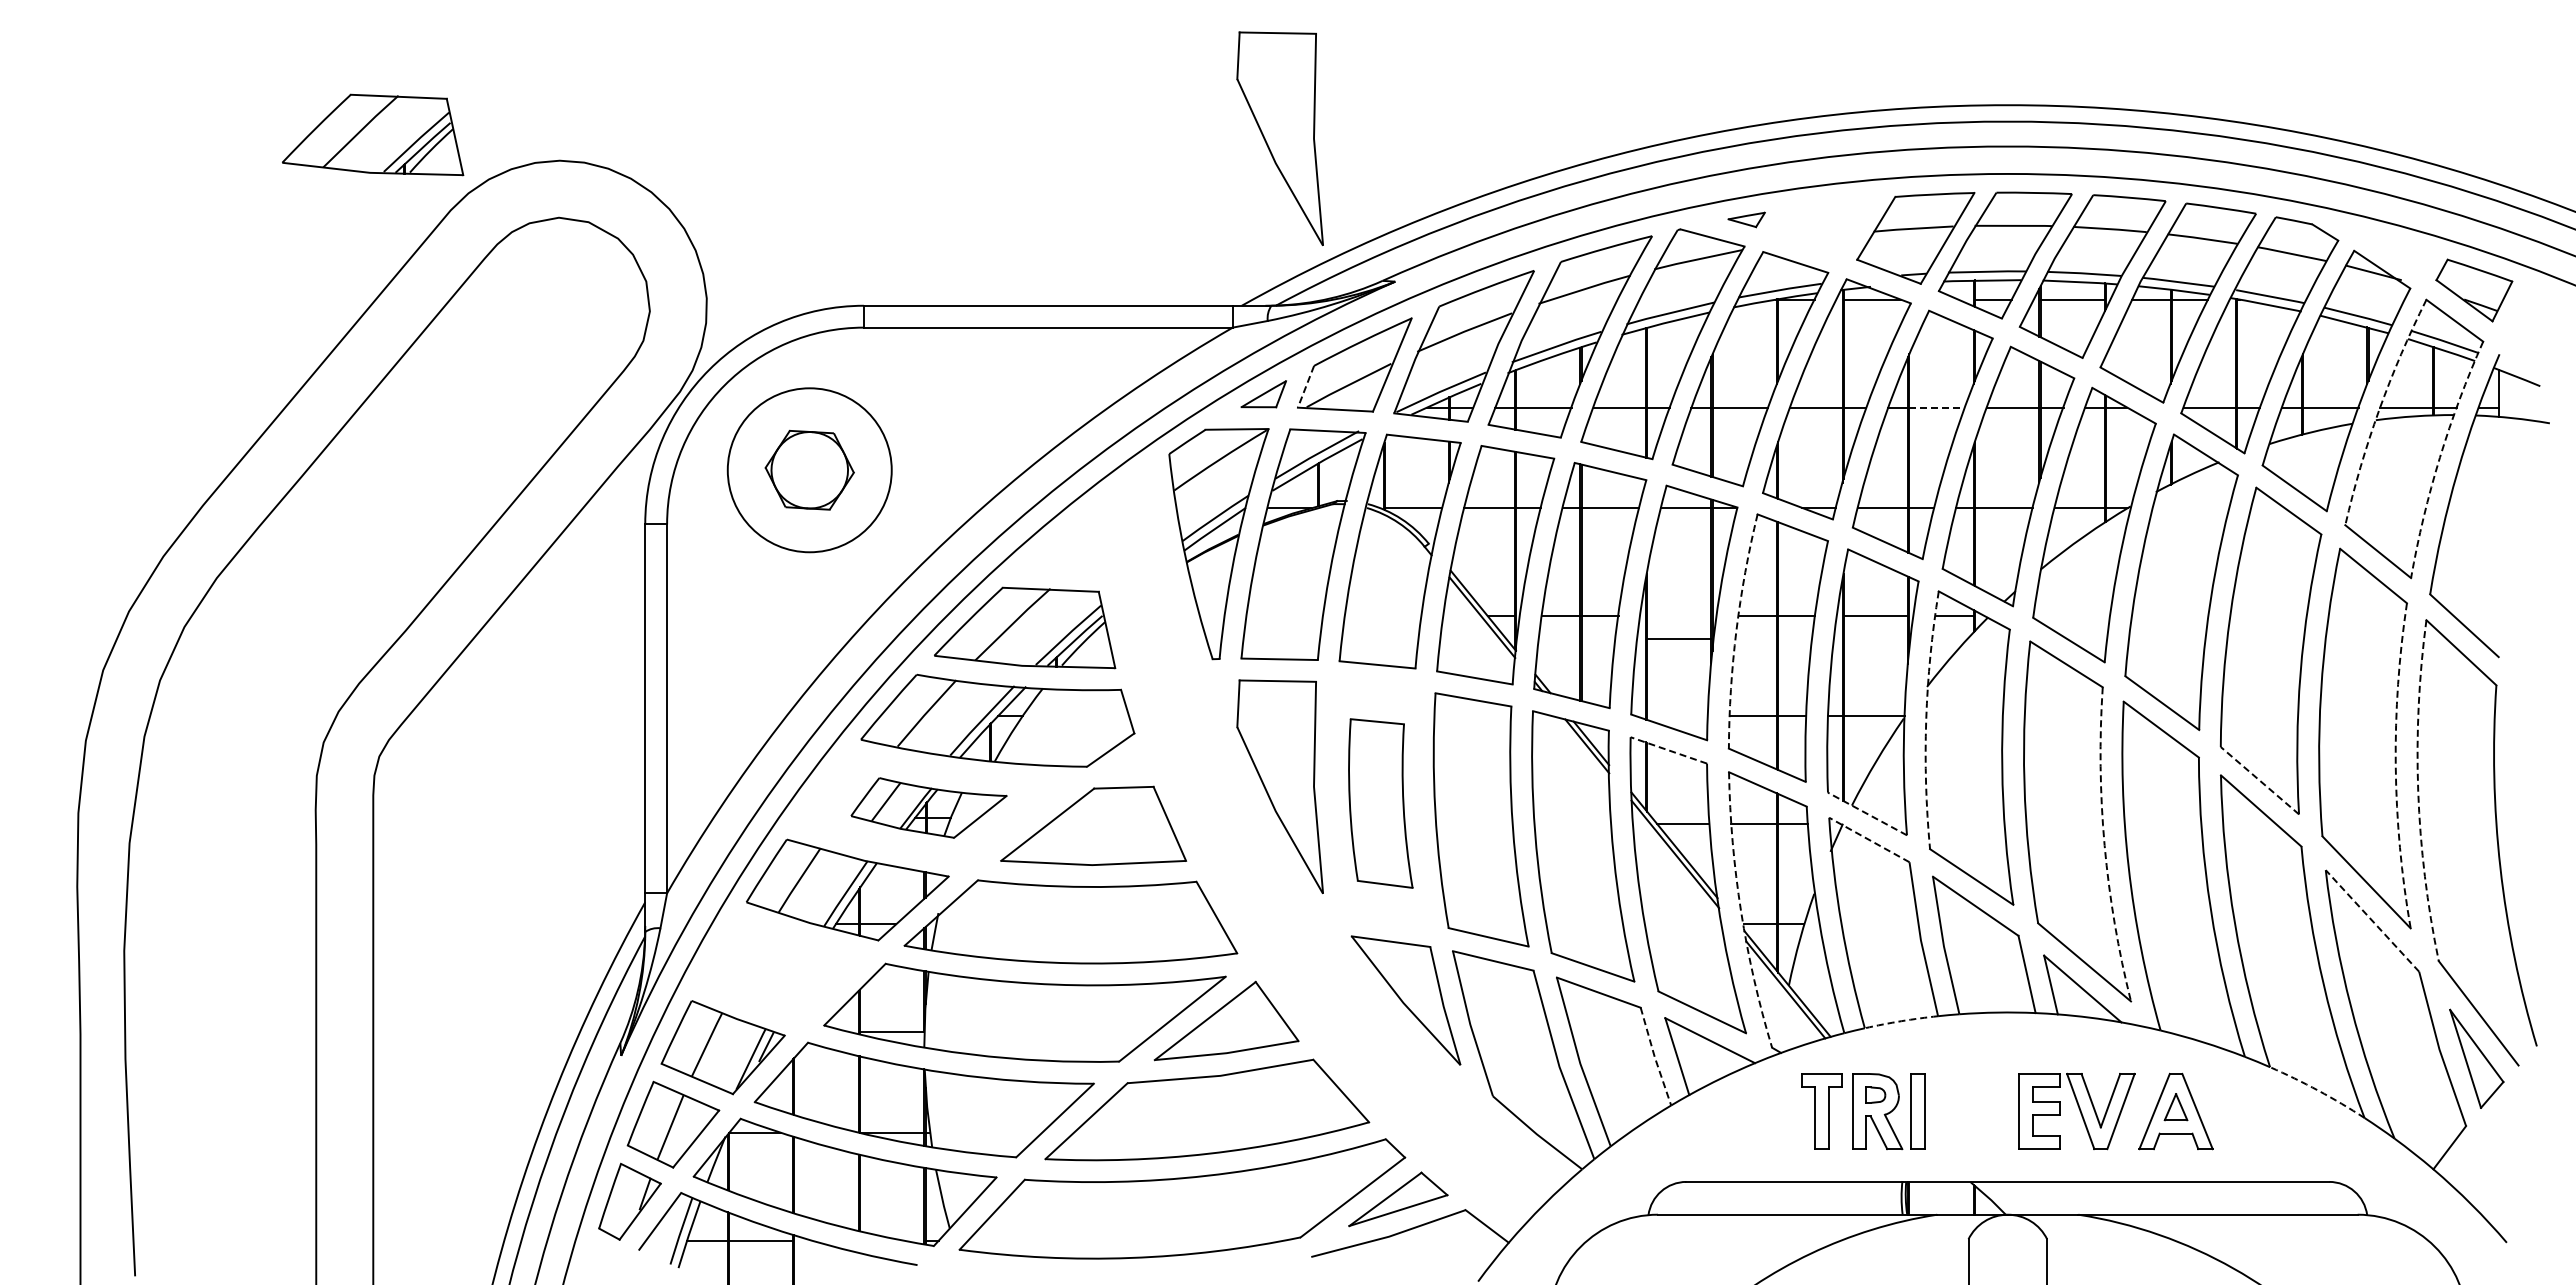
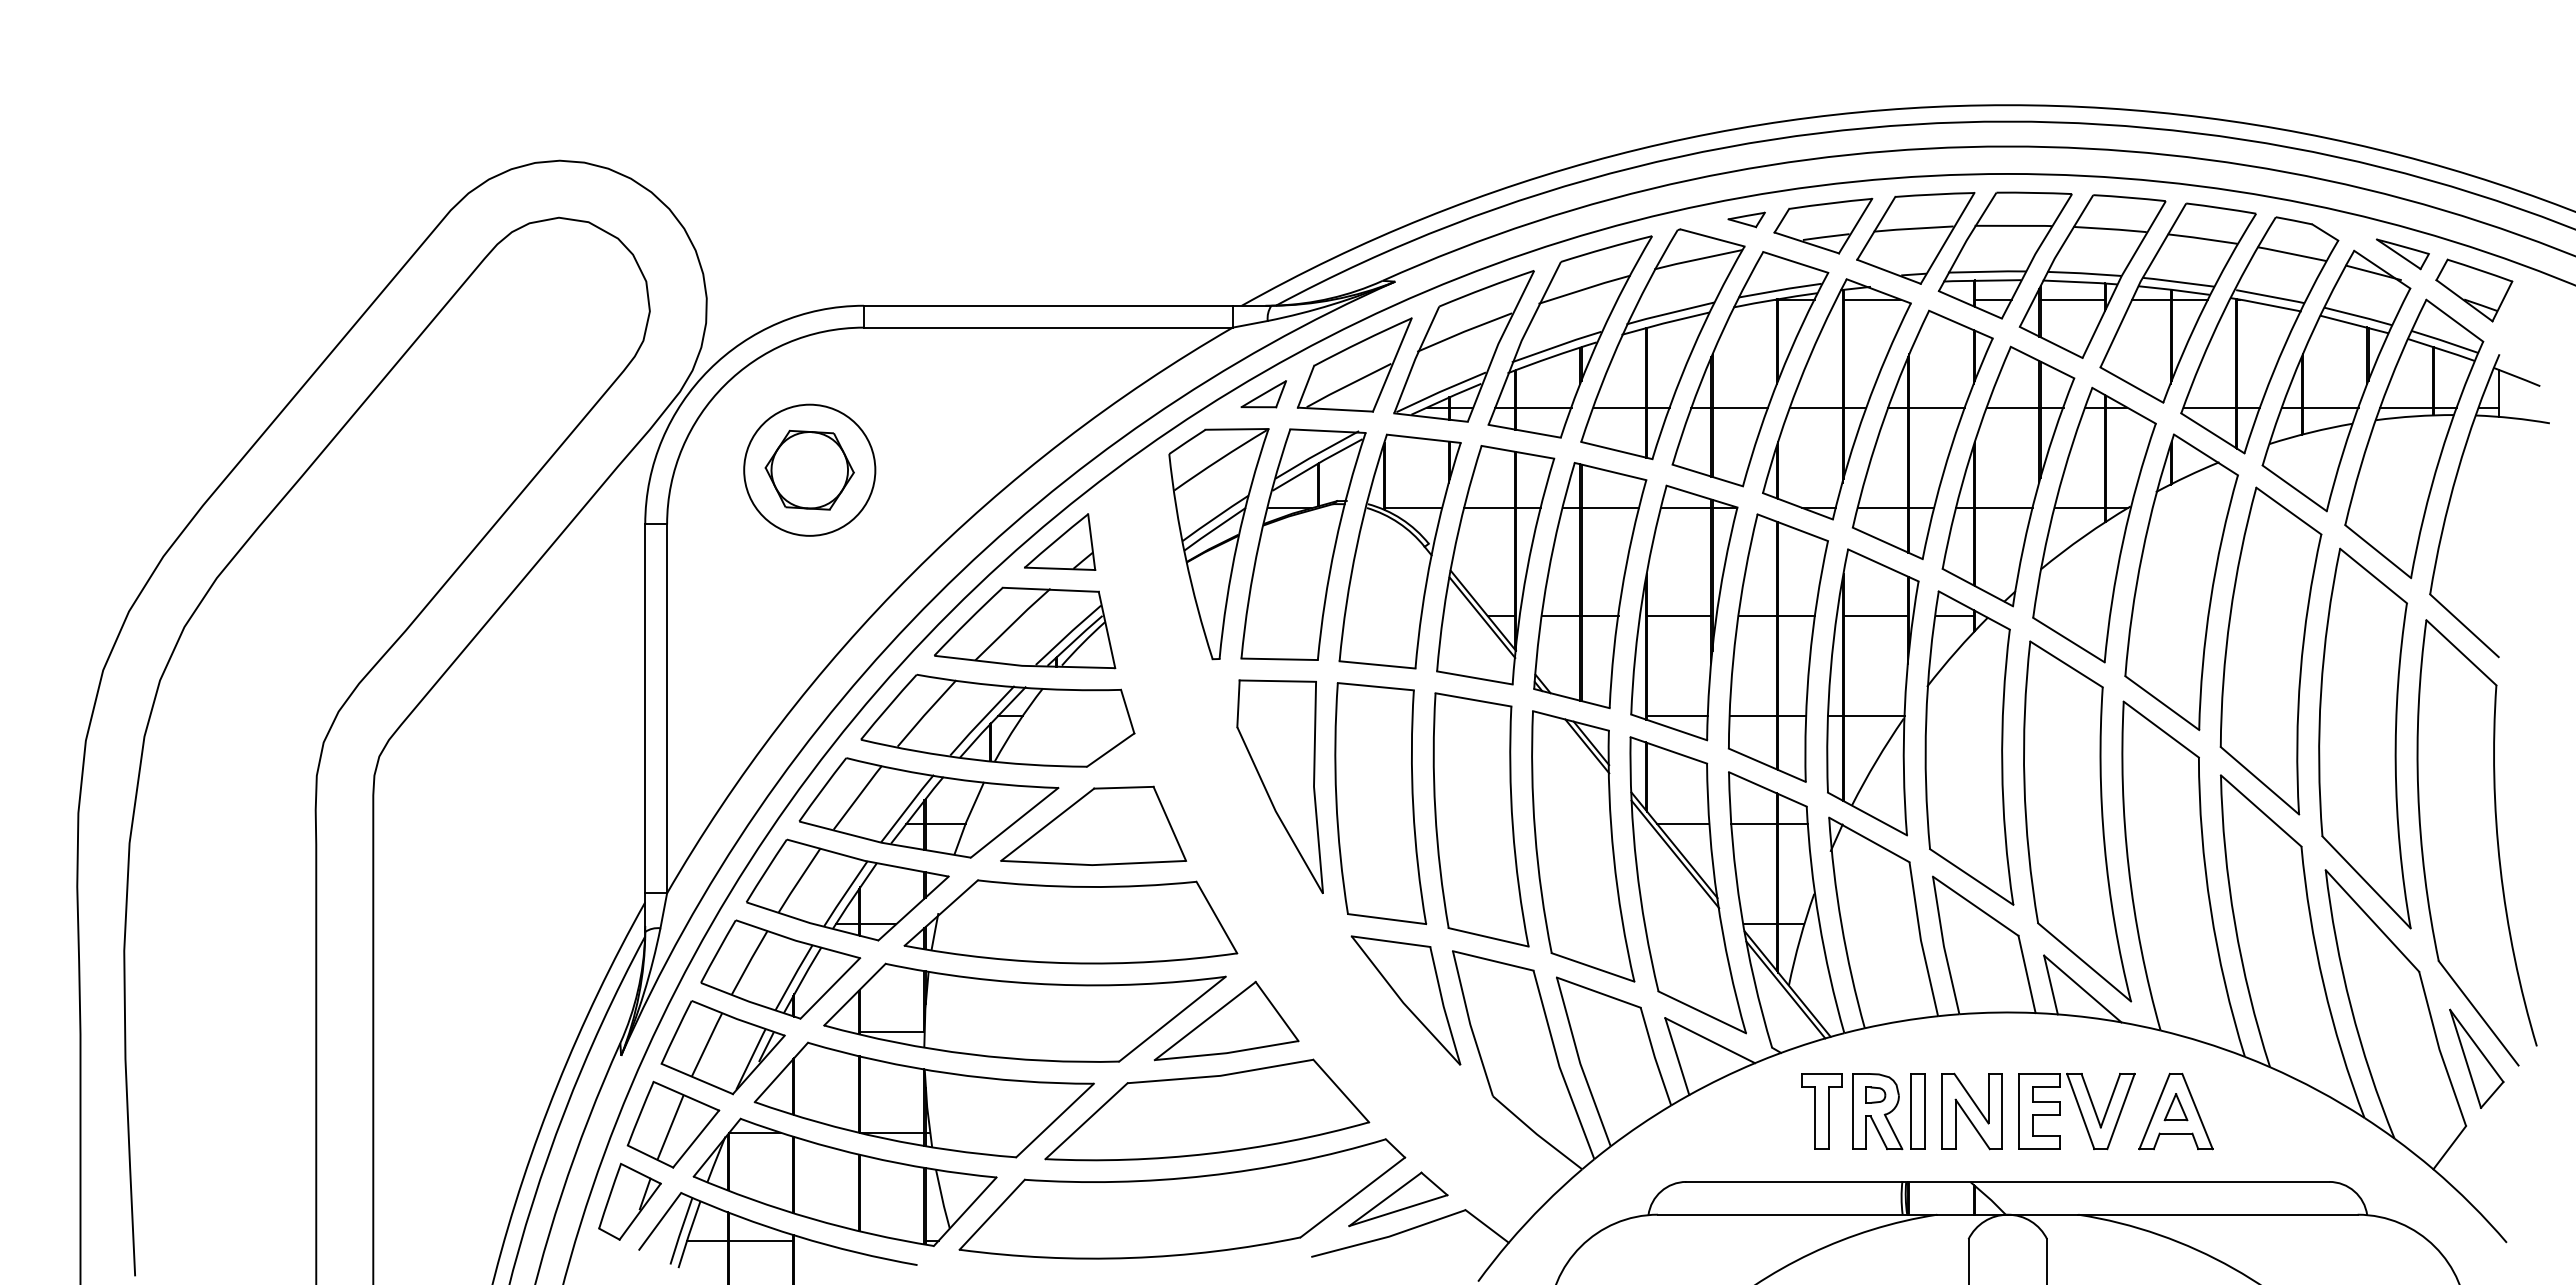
part at (373, 134): present -> none
part at (1279, 138): present -> none
part at (1823, 226): none -> present
part at (2402, 254): none -> present
line at (1305, 387): dashed -> solid
line at (1937, 407): dashed -> solid
arc at (2379, 410): dashed -> solid
arc at (2439, 457): dashed -> solid
circle at (809, 470) diameter: 164 px -> 131 px
part at (1060, 541): none -> present
arc at (1736, 630): dashed -> solid
line at (1679, 638) position: (1679, 638) -> (1679, 615)
line at (1677, 716): none -> present
arc at (1926, 720): dashed -> solid
line at (1668, 750): dashed -> solid
arc at (2395, 765): dashed -> solid
line at (2259, 780): dashed -> solid
arc at (2418, 791): dashed -> solid
part at (1380, 803) size: 66x171 px -> 94x243 px
part at (928, 807) size: 158x62 px -> 262x102 px
line at (1867, 813): dashed -> solid
line at (1869, 839): dashed -> solid
arc at (2104, 845): dashed -> solid
arc at (1741, 911): dashed -> solid
line at (2372, 920): dashed -> solid
part at (780, 969): none -> present
arc at (1901, 1021): dashed -> solid
line at (1654, 1057): dashed -> solid
arc at (2318, 1090): dashed -> solid
part at (1971, 1111): none -> present
